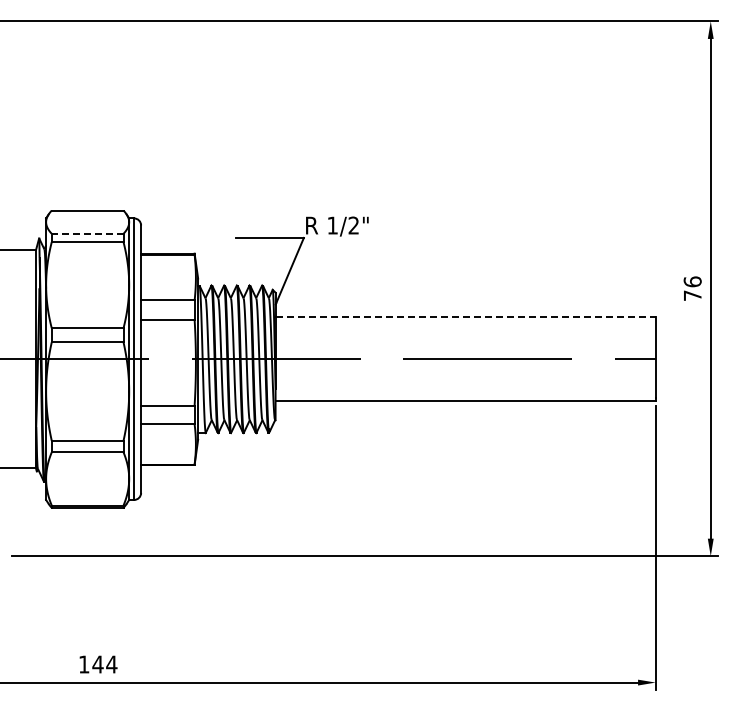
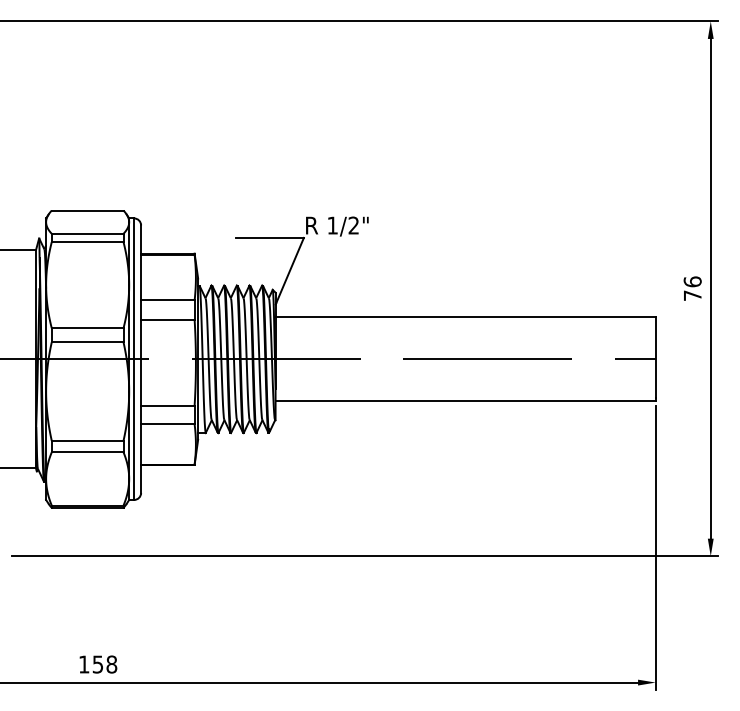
line at (87, 233): dashed -> solid
line at (466, 316): dashed -> solid
text at (104, 664): 144 -> 158
